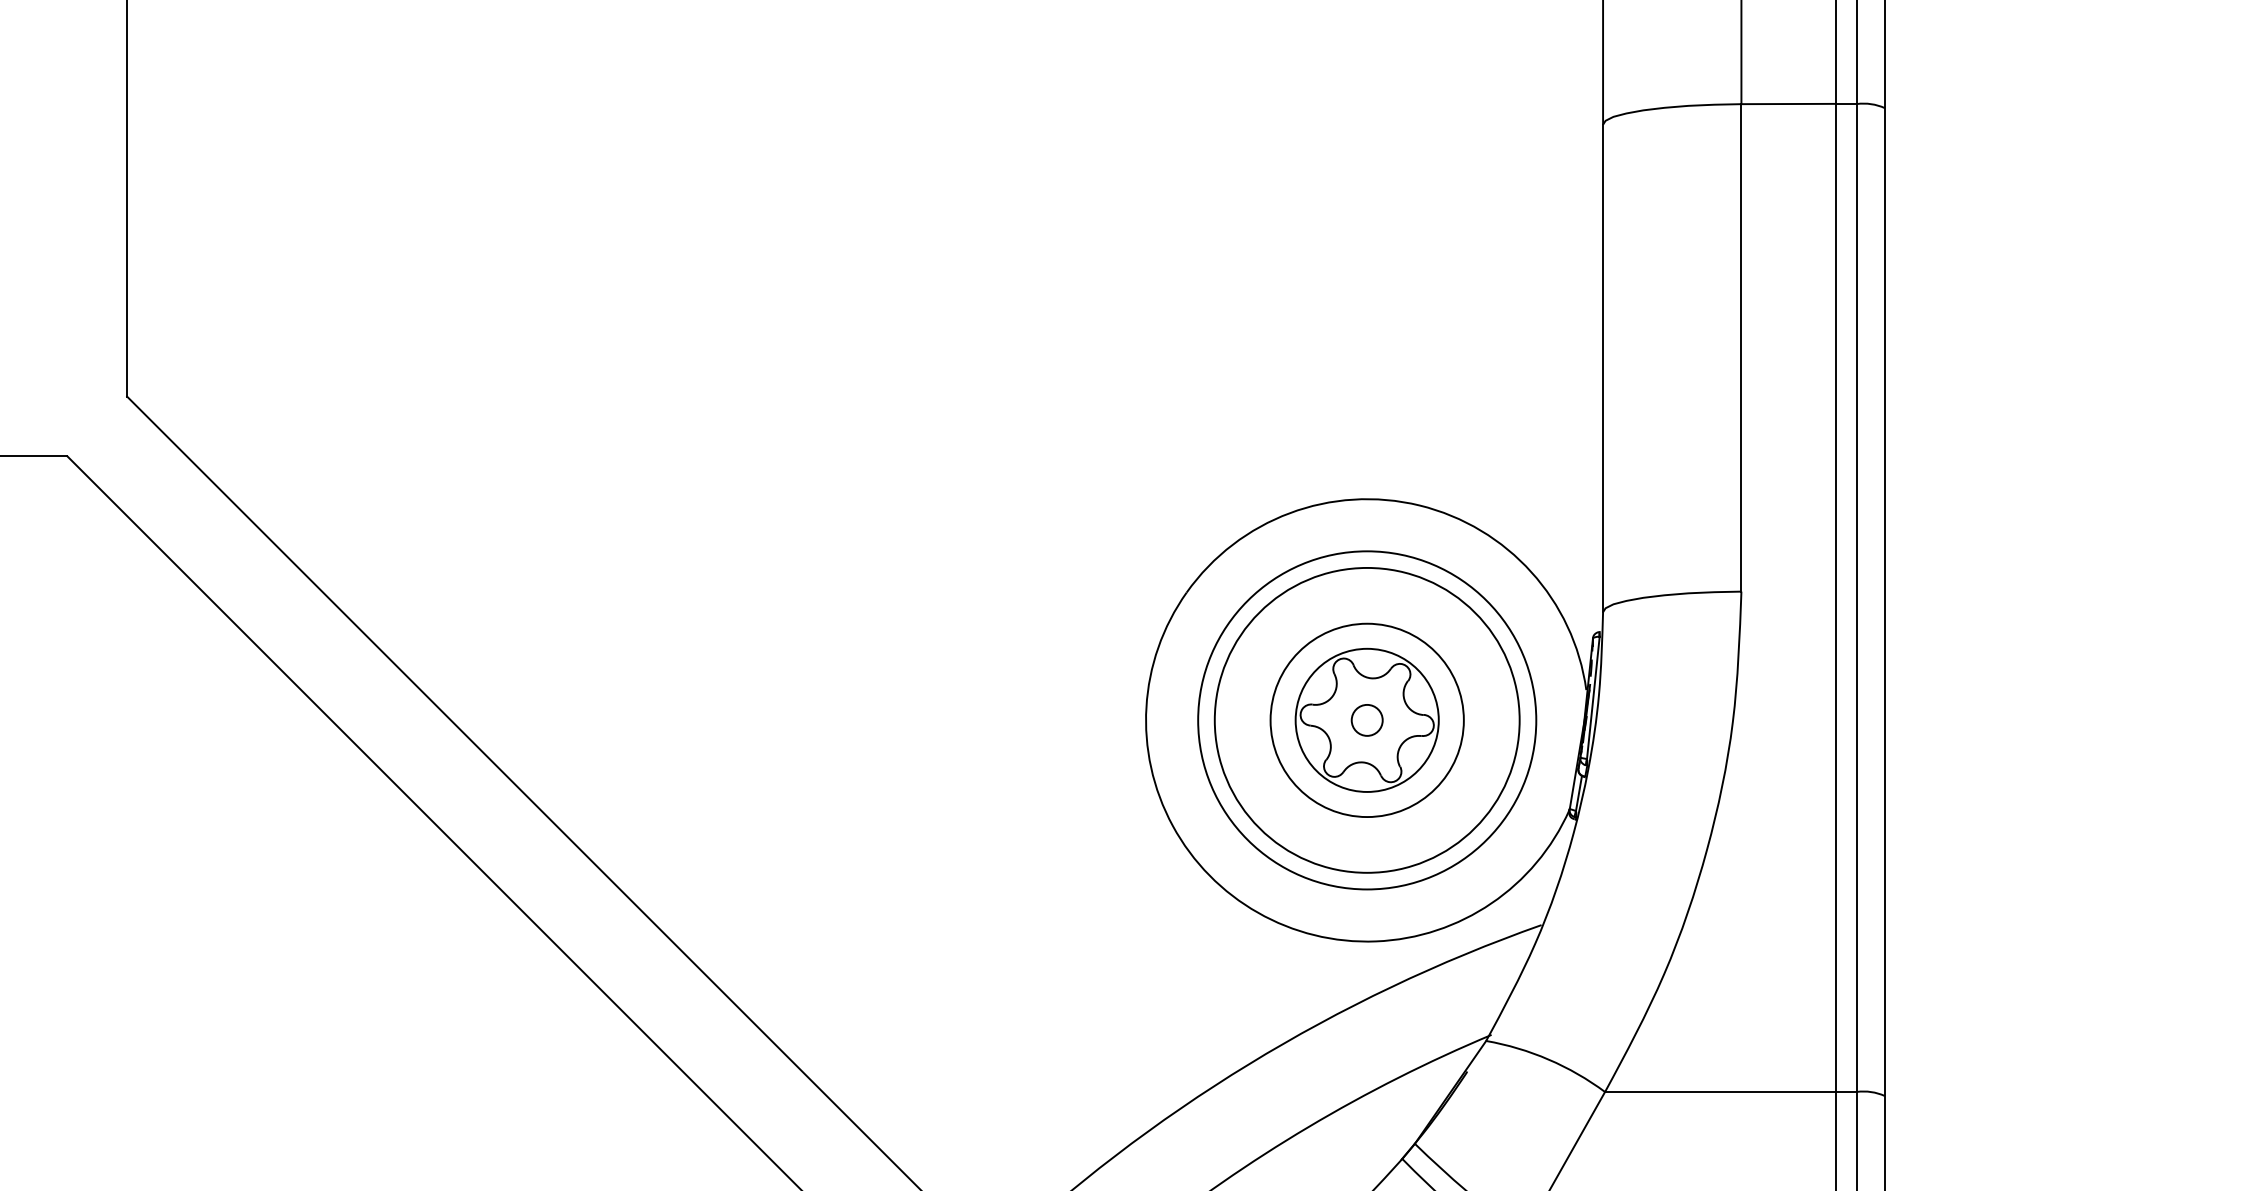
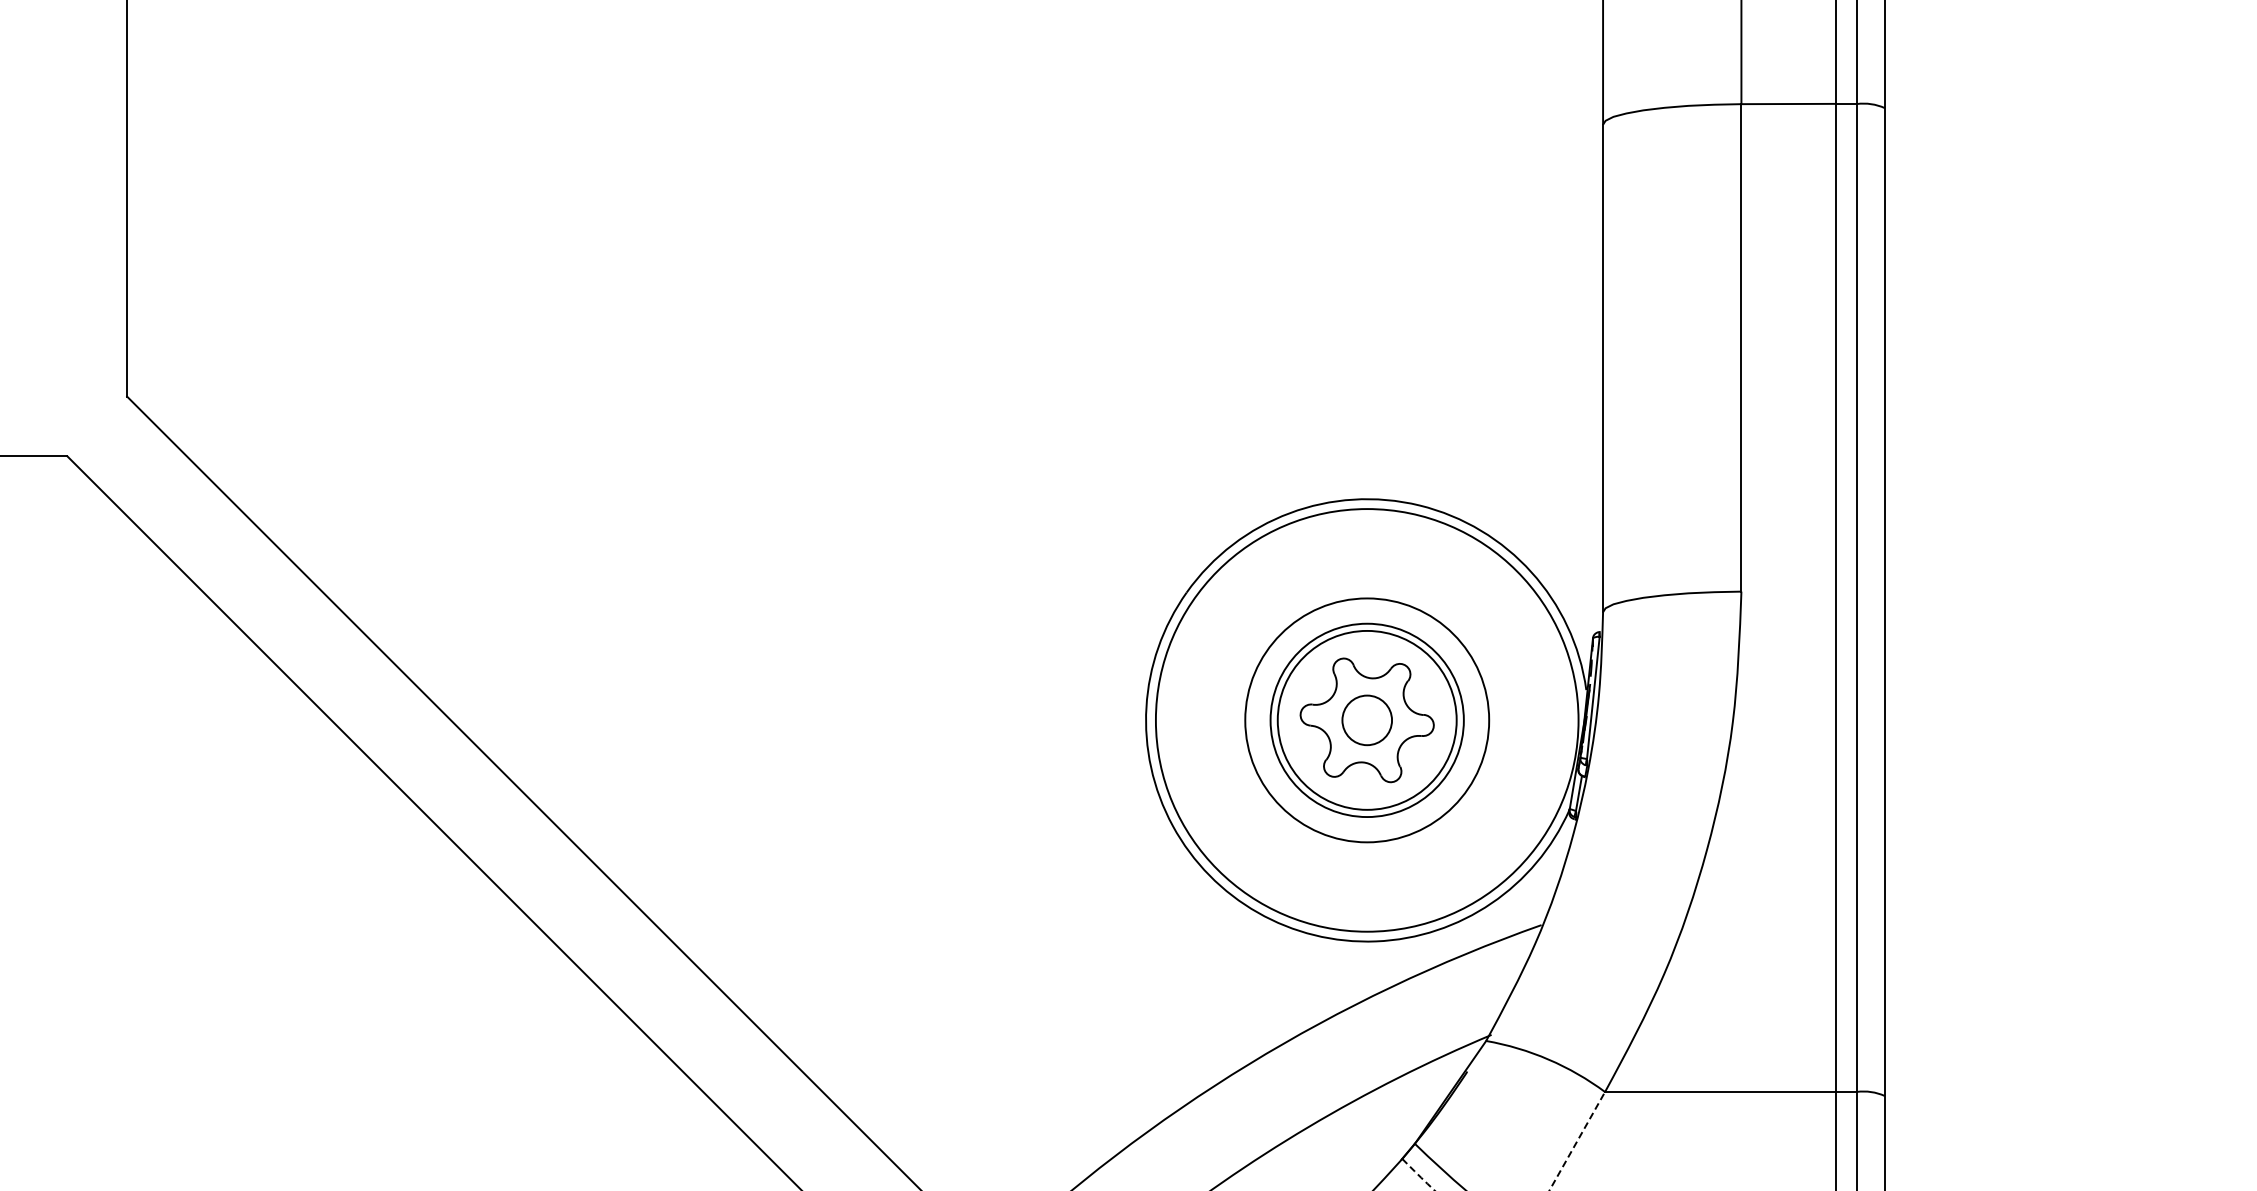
circle at (1366, 719) diameter: 143 px -> 179 px
circle at (1366, 719) diameter: 305 px -> 244 px
circle at (1366, 719) diameter: 31 px -> 50 px
circle at (1367, 720) diameter: 338 px -> 423 px
line at (1577, 1141): solid -> dashed
arc at (1419, 1175): solid -> dashed
